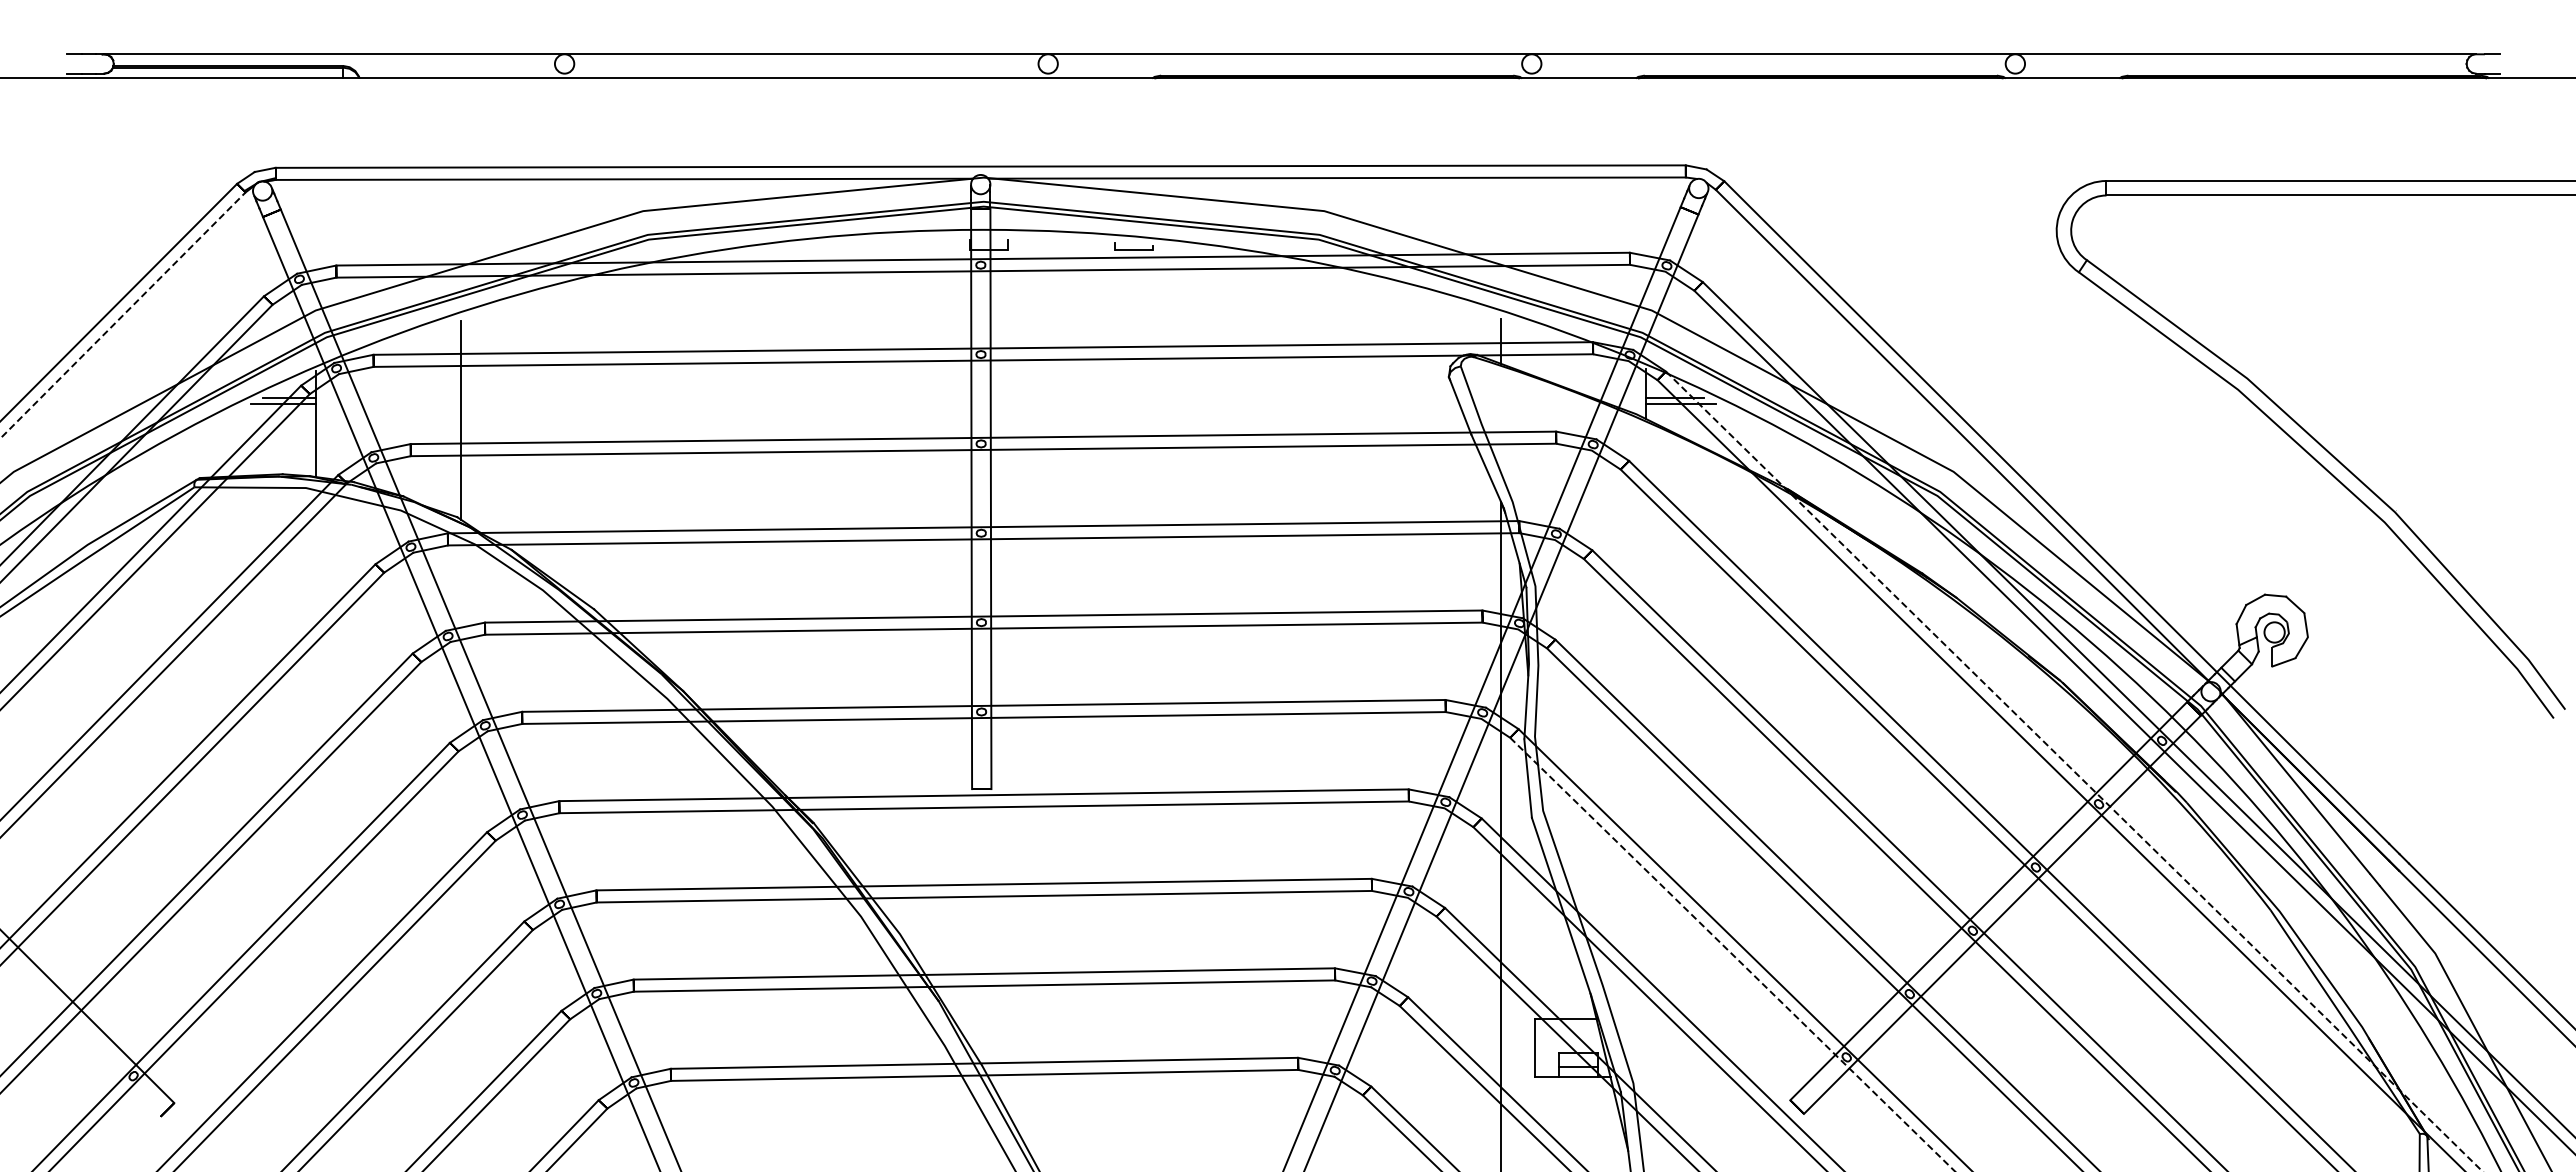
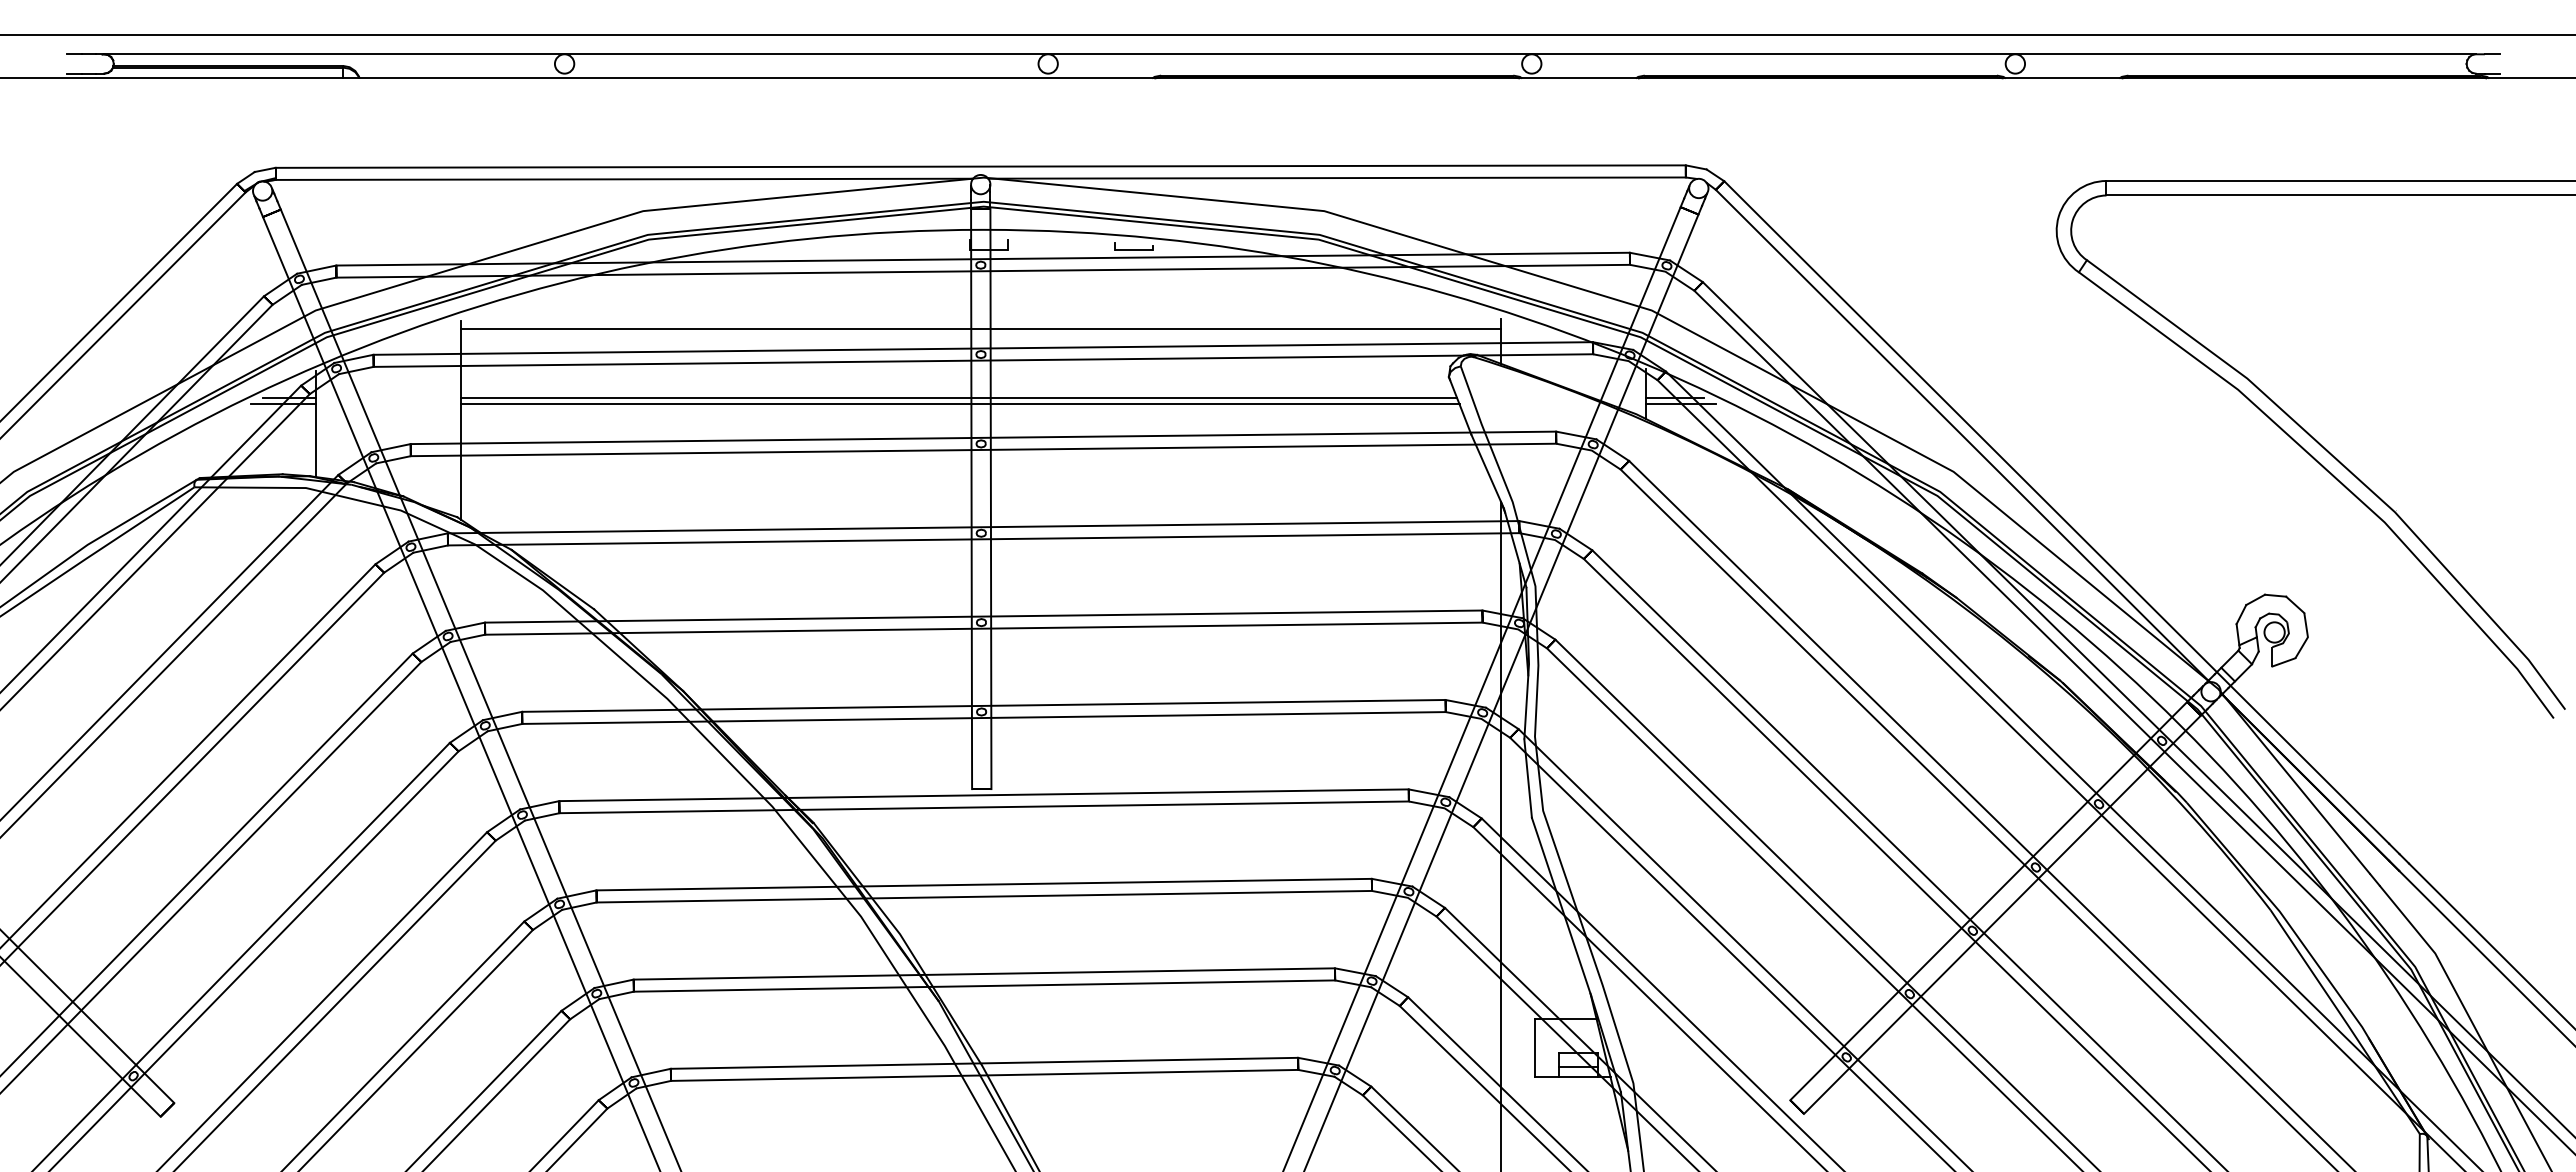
line at (1287, 34): none -> present
line at (122, 315): dashed -> solid
line at (981, 329): none -> present
line at (958, 397): none -> present
line at (960, 404): none -> present
line at (2074, 771): dashed -> solid
line at (1732, 954): dashed -> solid
line at (81, 1037): none -> present
